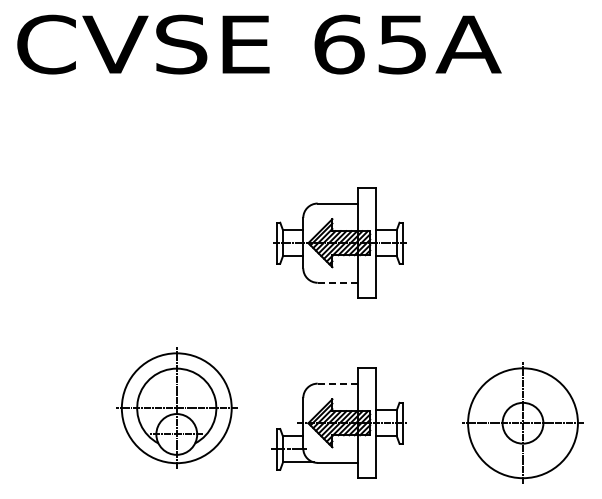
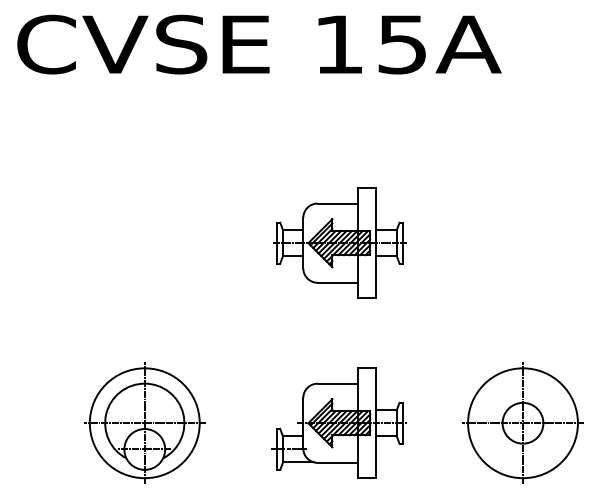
text at (339, 44): 65A -> 15A
line at (337, 282): dashed -> solid
line at (337, 383): dashed -> solid
part at (176, 407) position: (176, 407) -> (144, 422)
